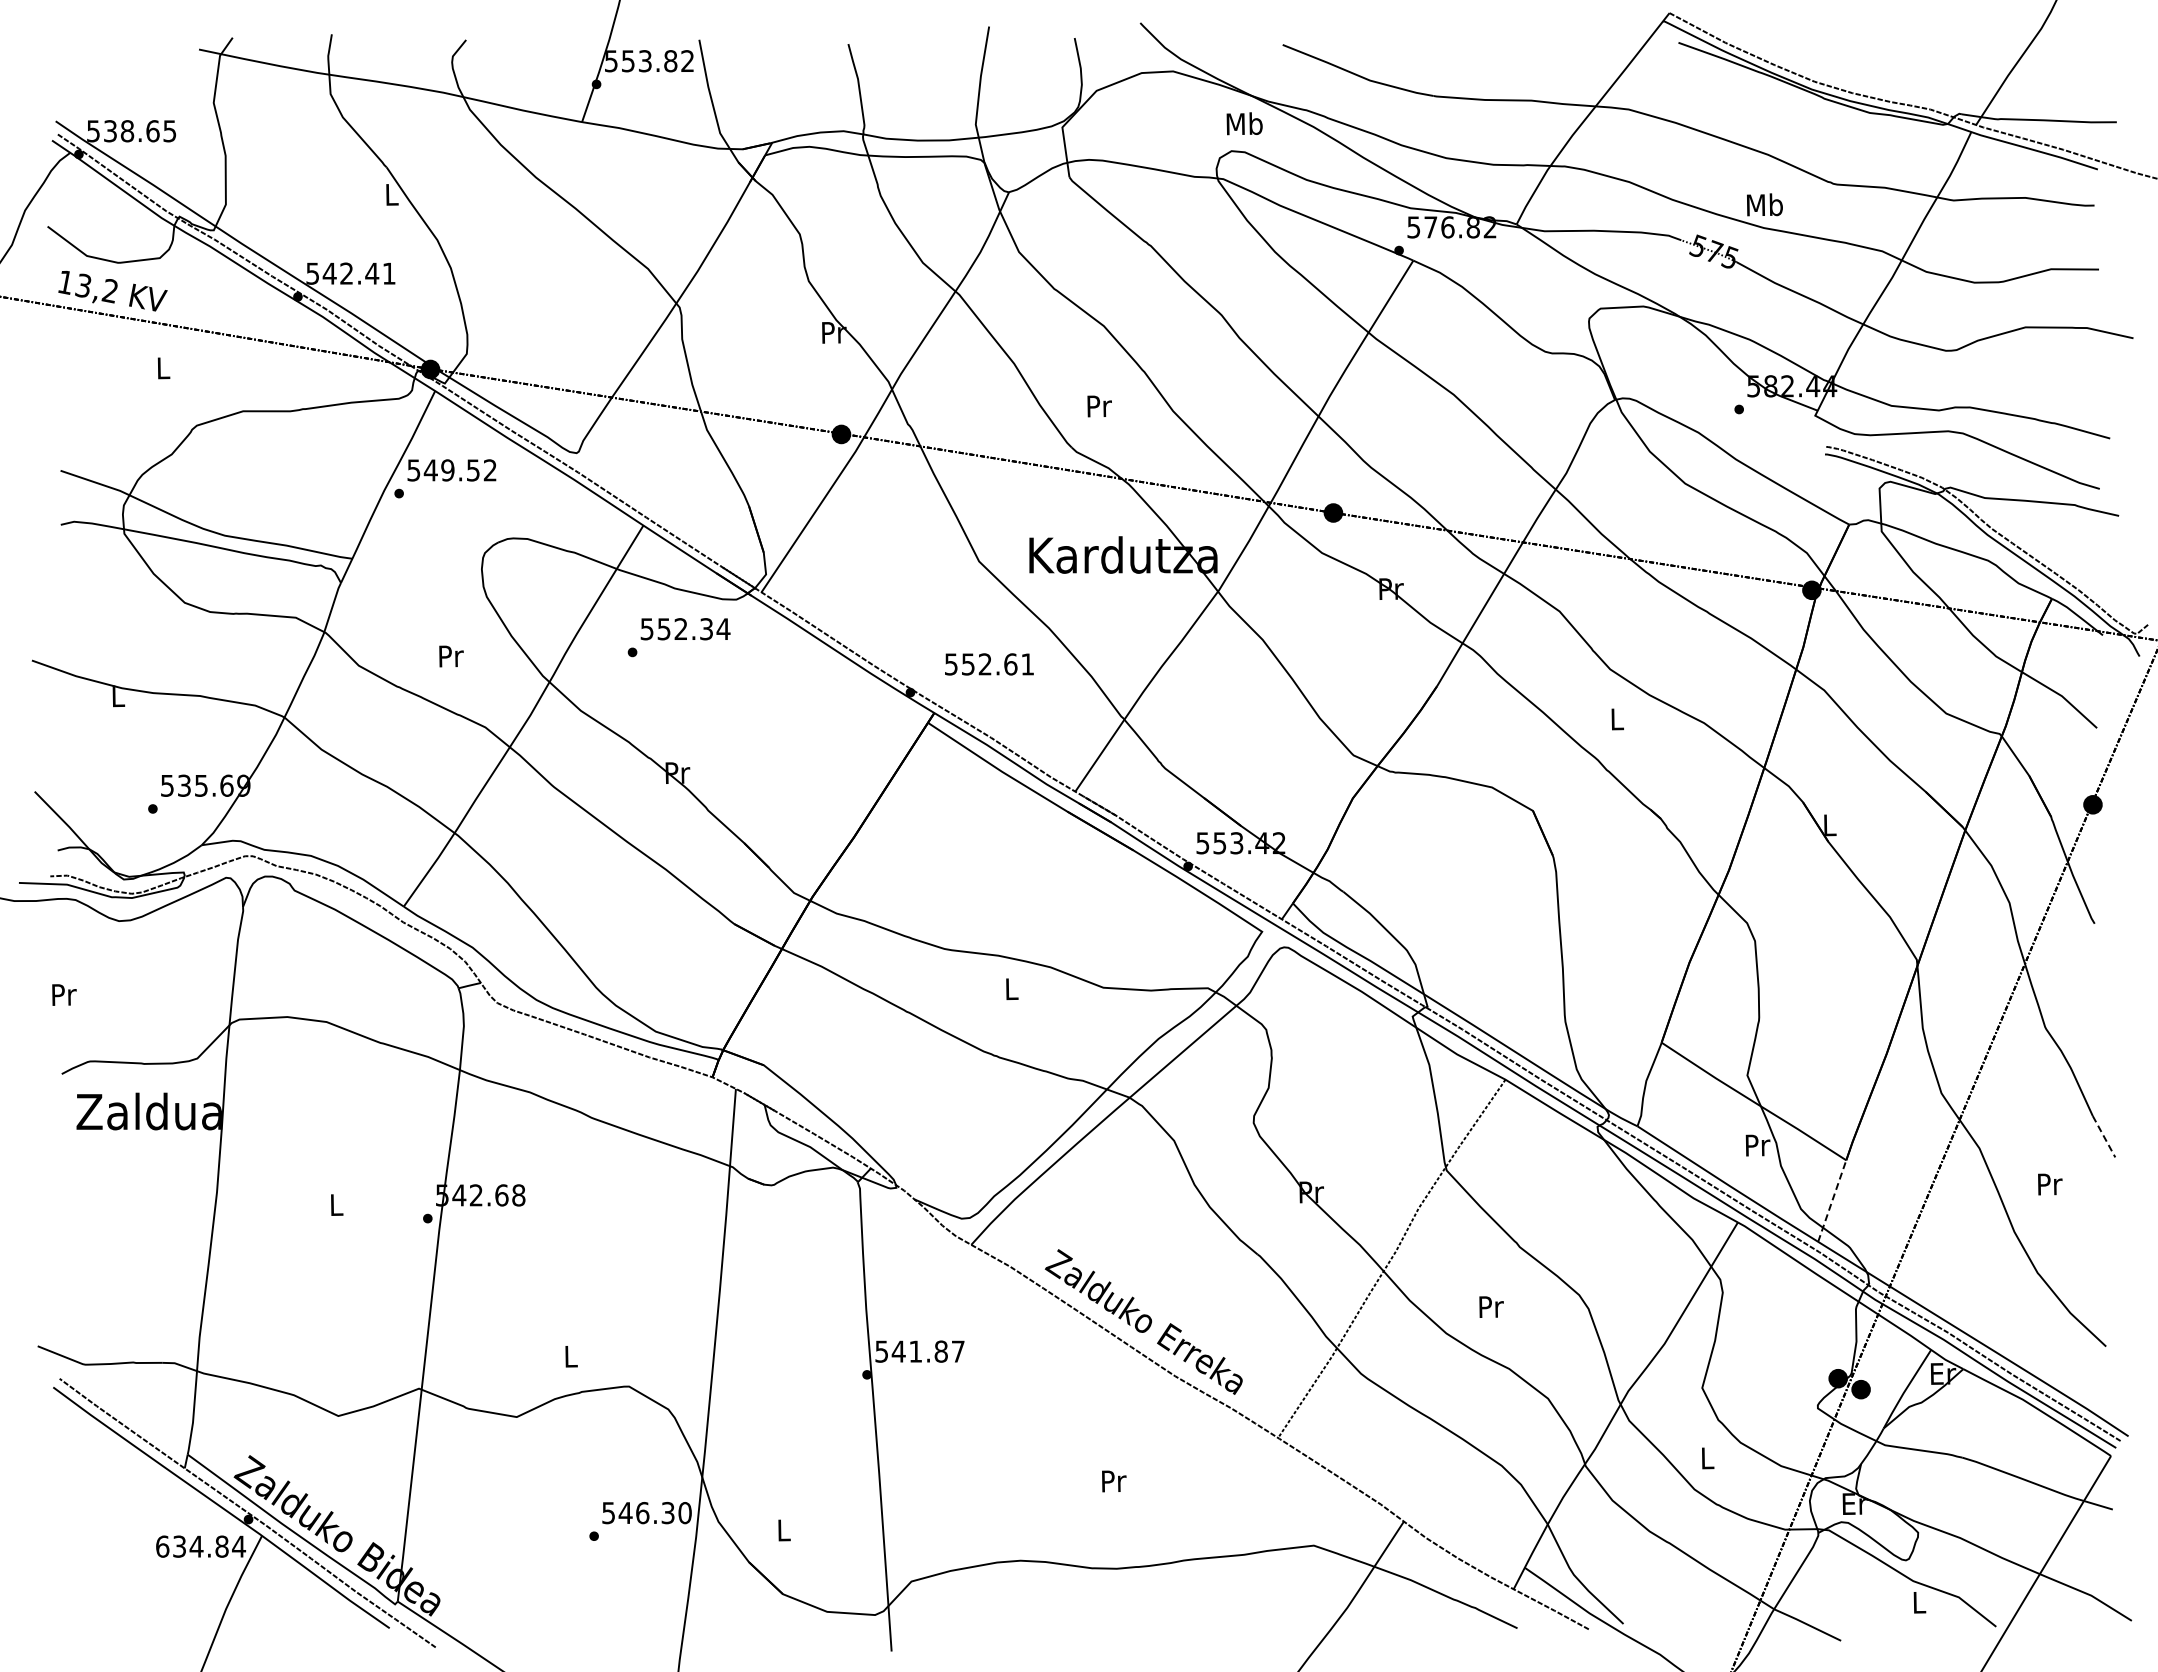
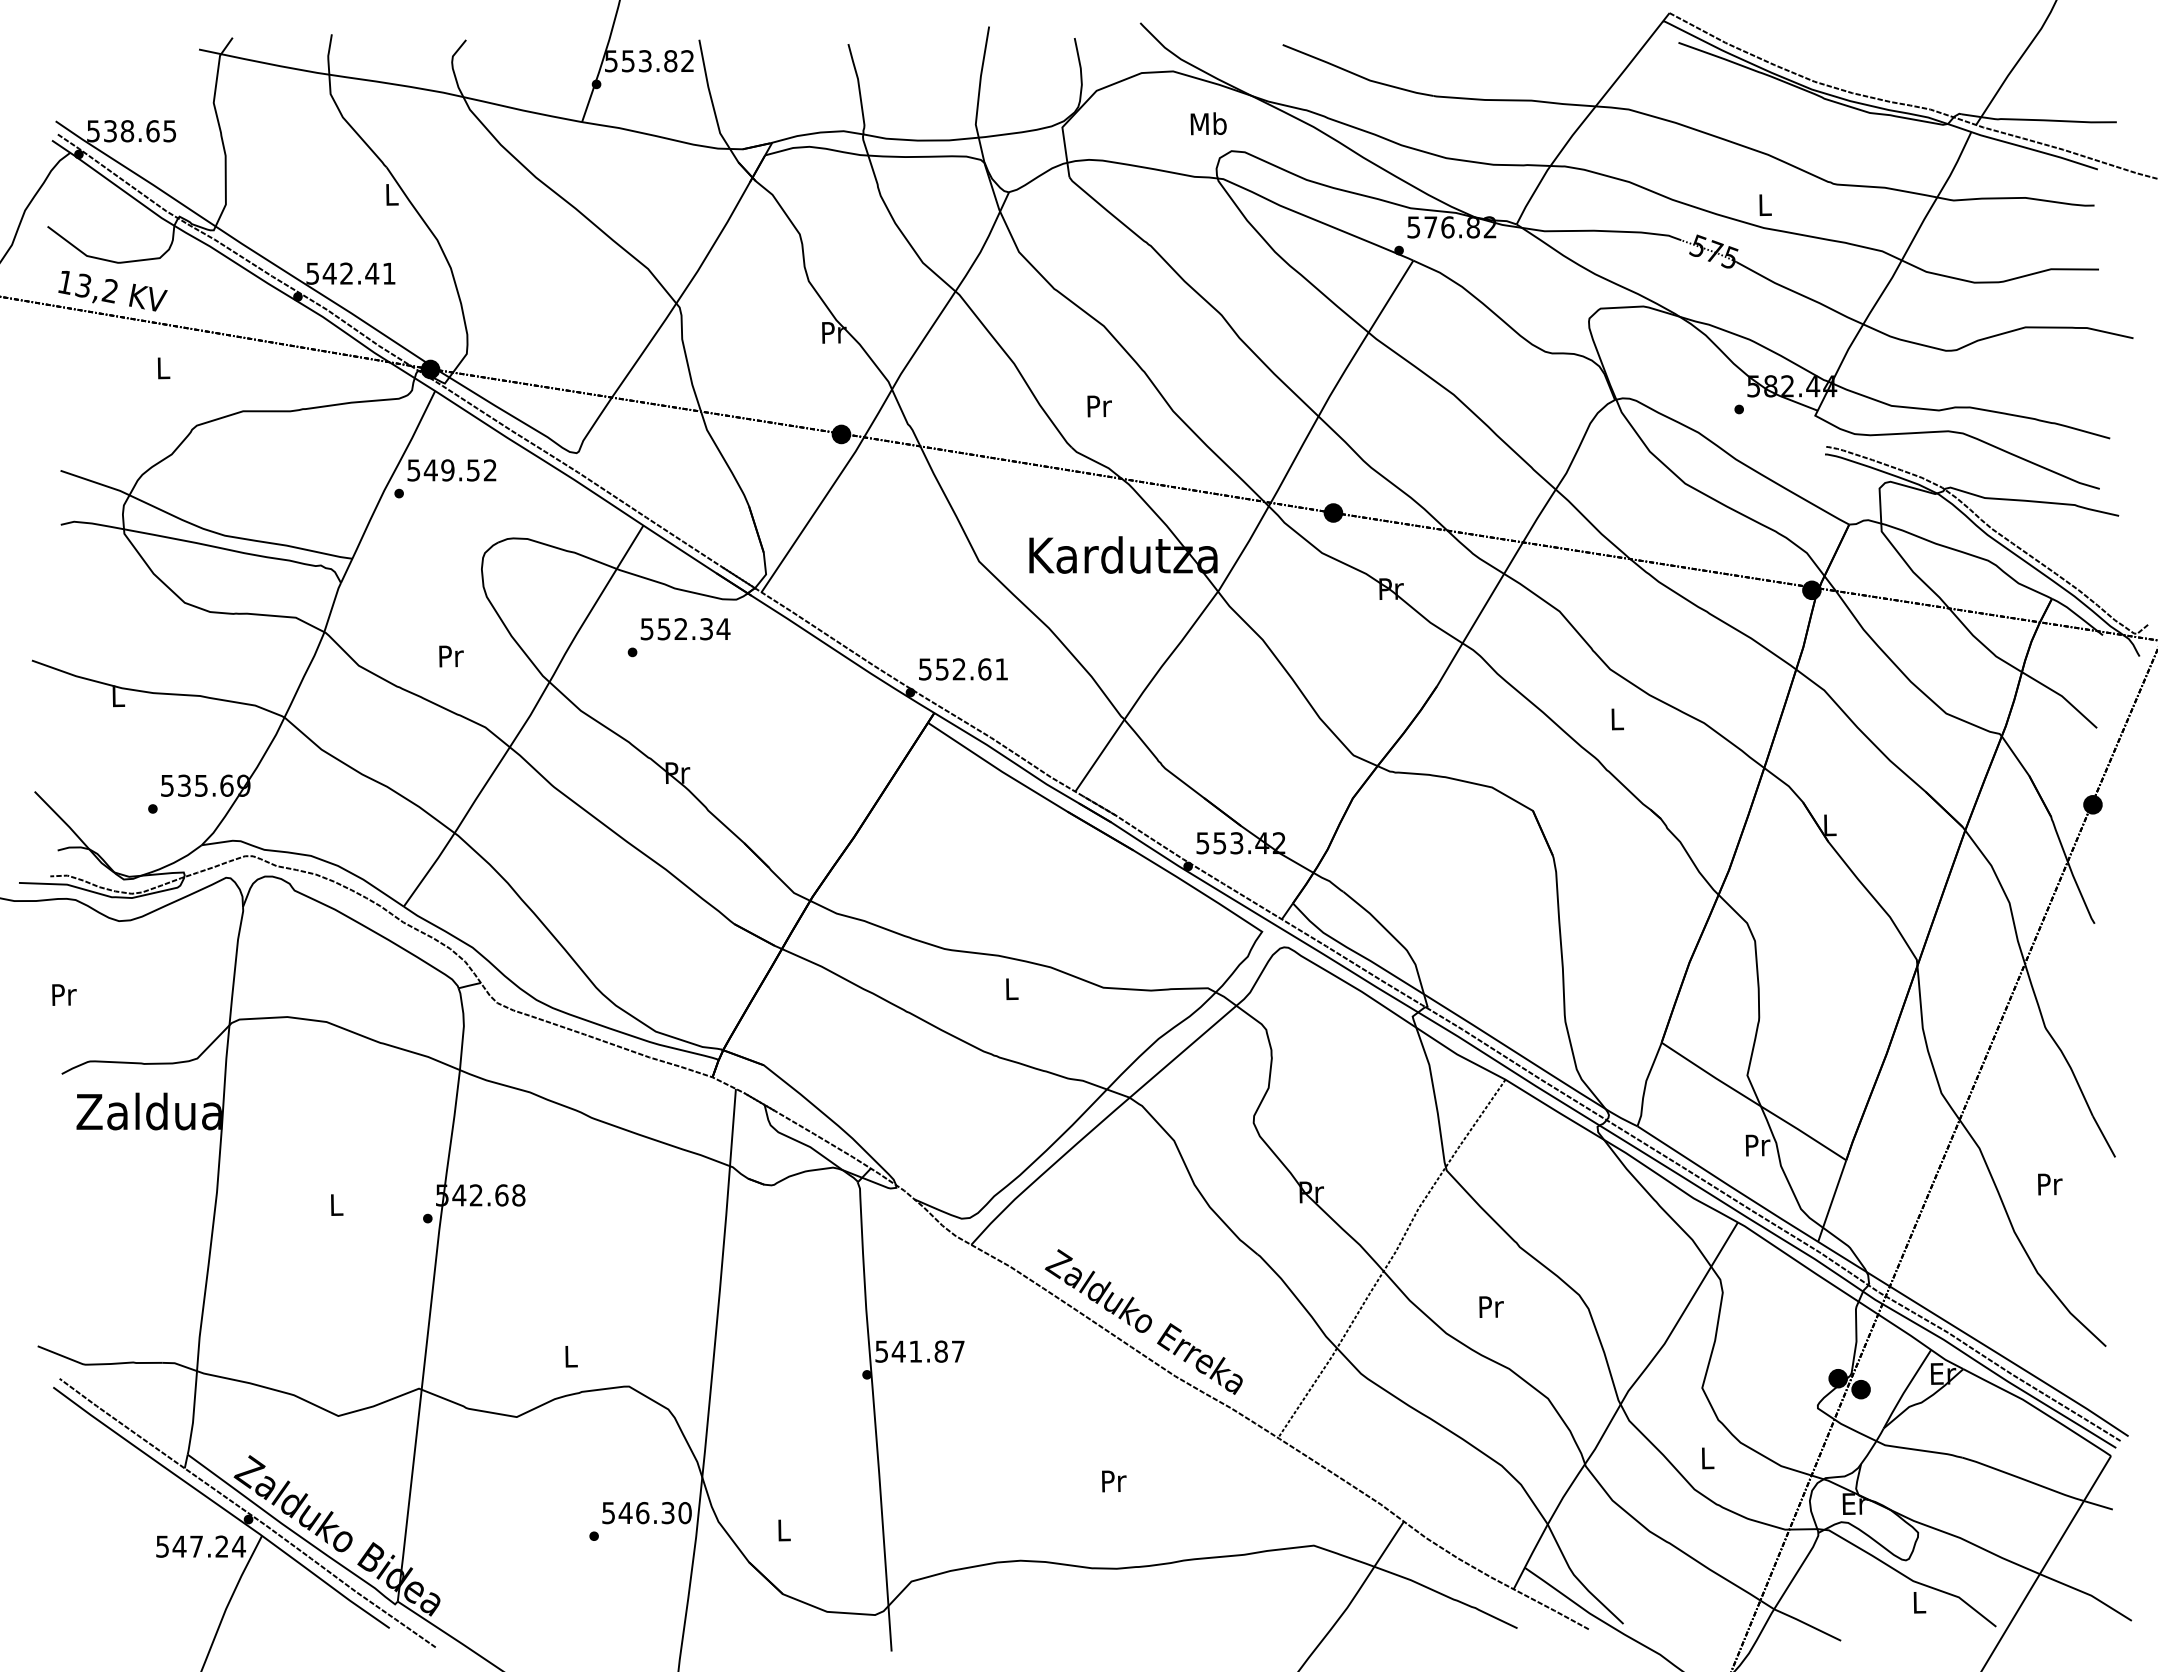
text at (1244, 123) position: (1244, 123) -> (1208, 123)
text at (1764, 204): Mb -> L
text at (989, 664) position: (989, 664) -> (963, 669)
line at (2104, 1136): dashed -> solid
line at (1832, 1200): dashed -> solid
text at (192, 1546): 634.84 -> 547.24
